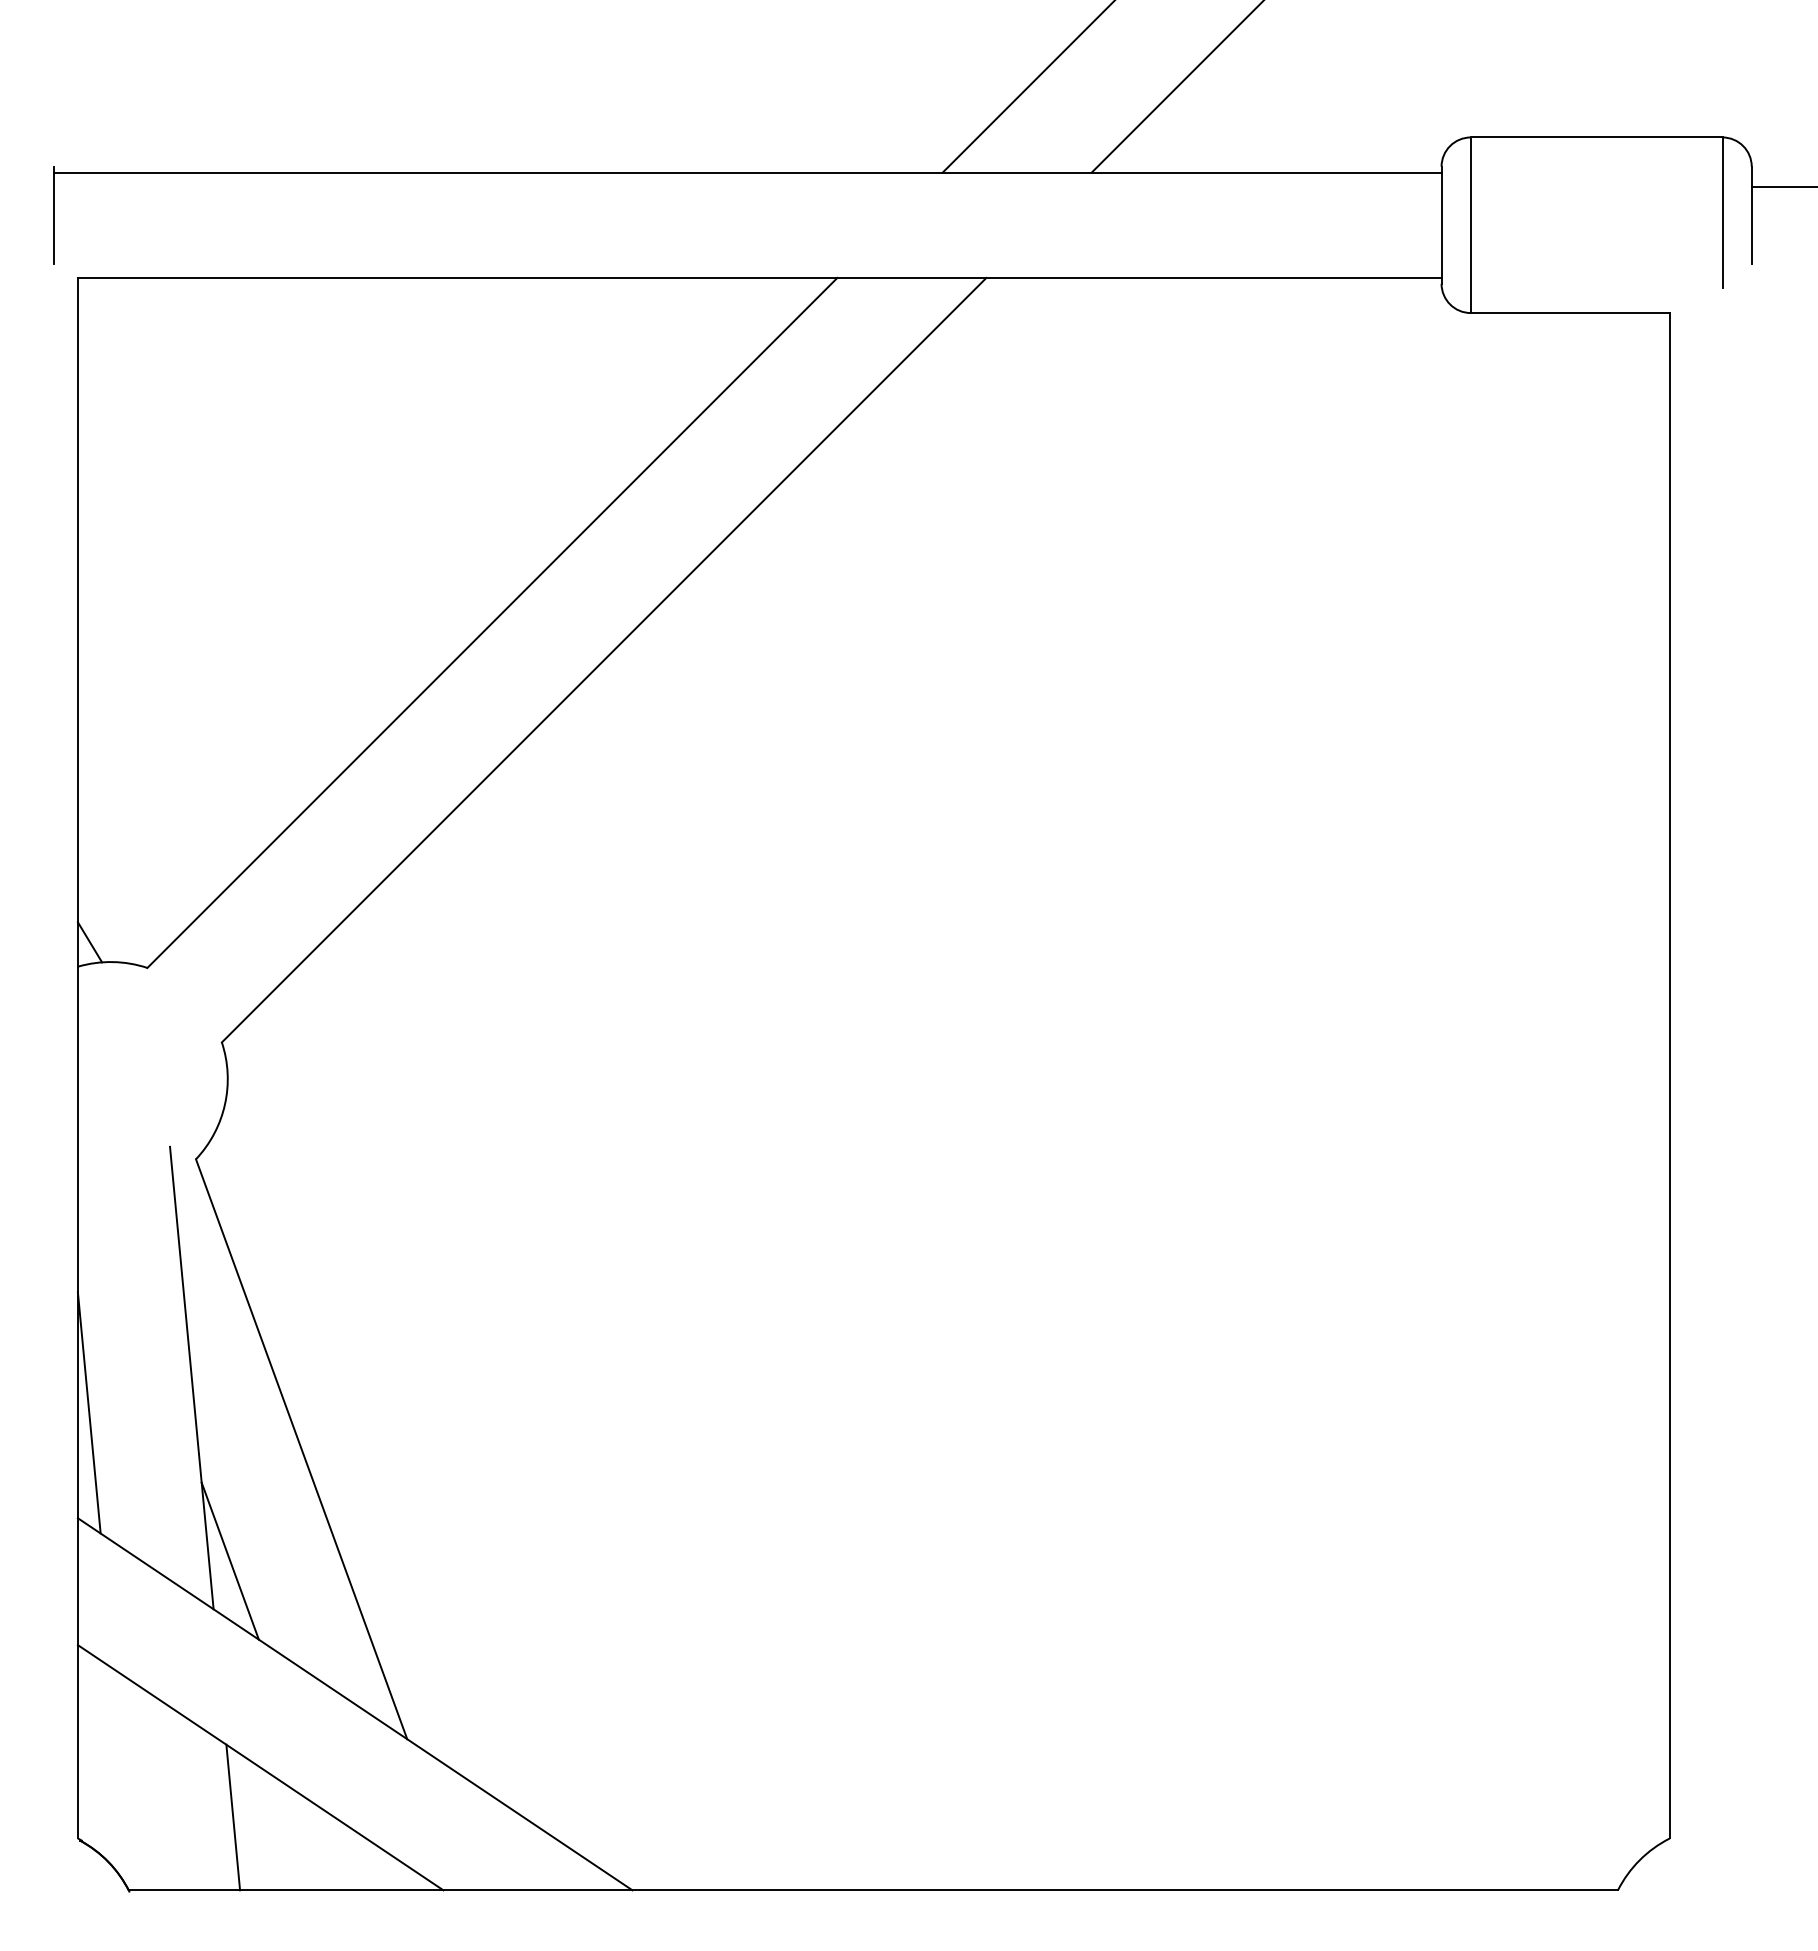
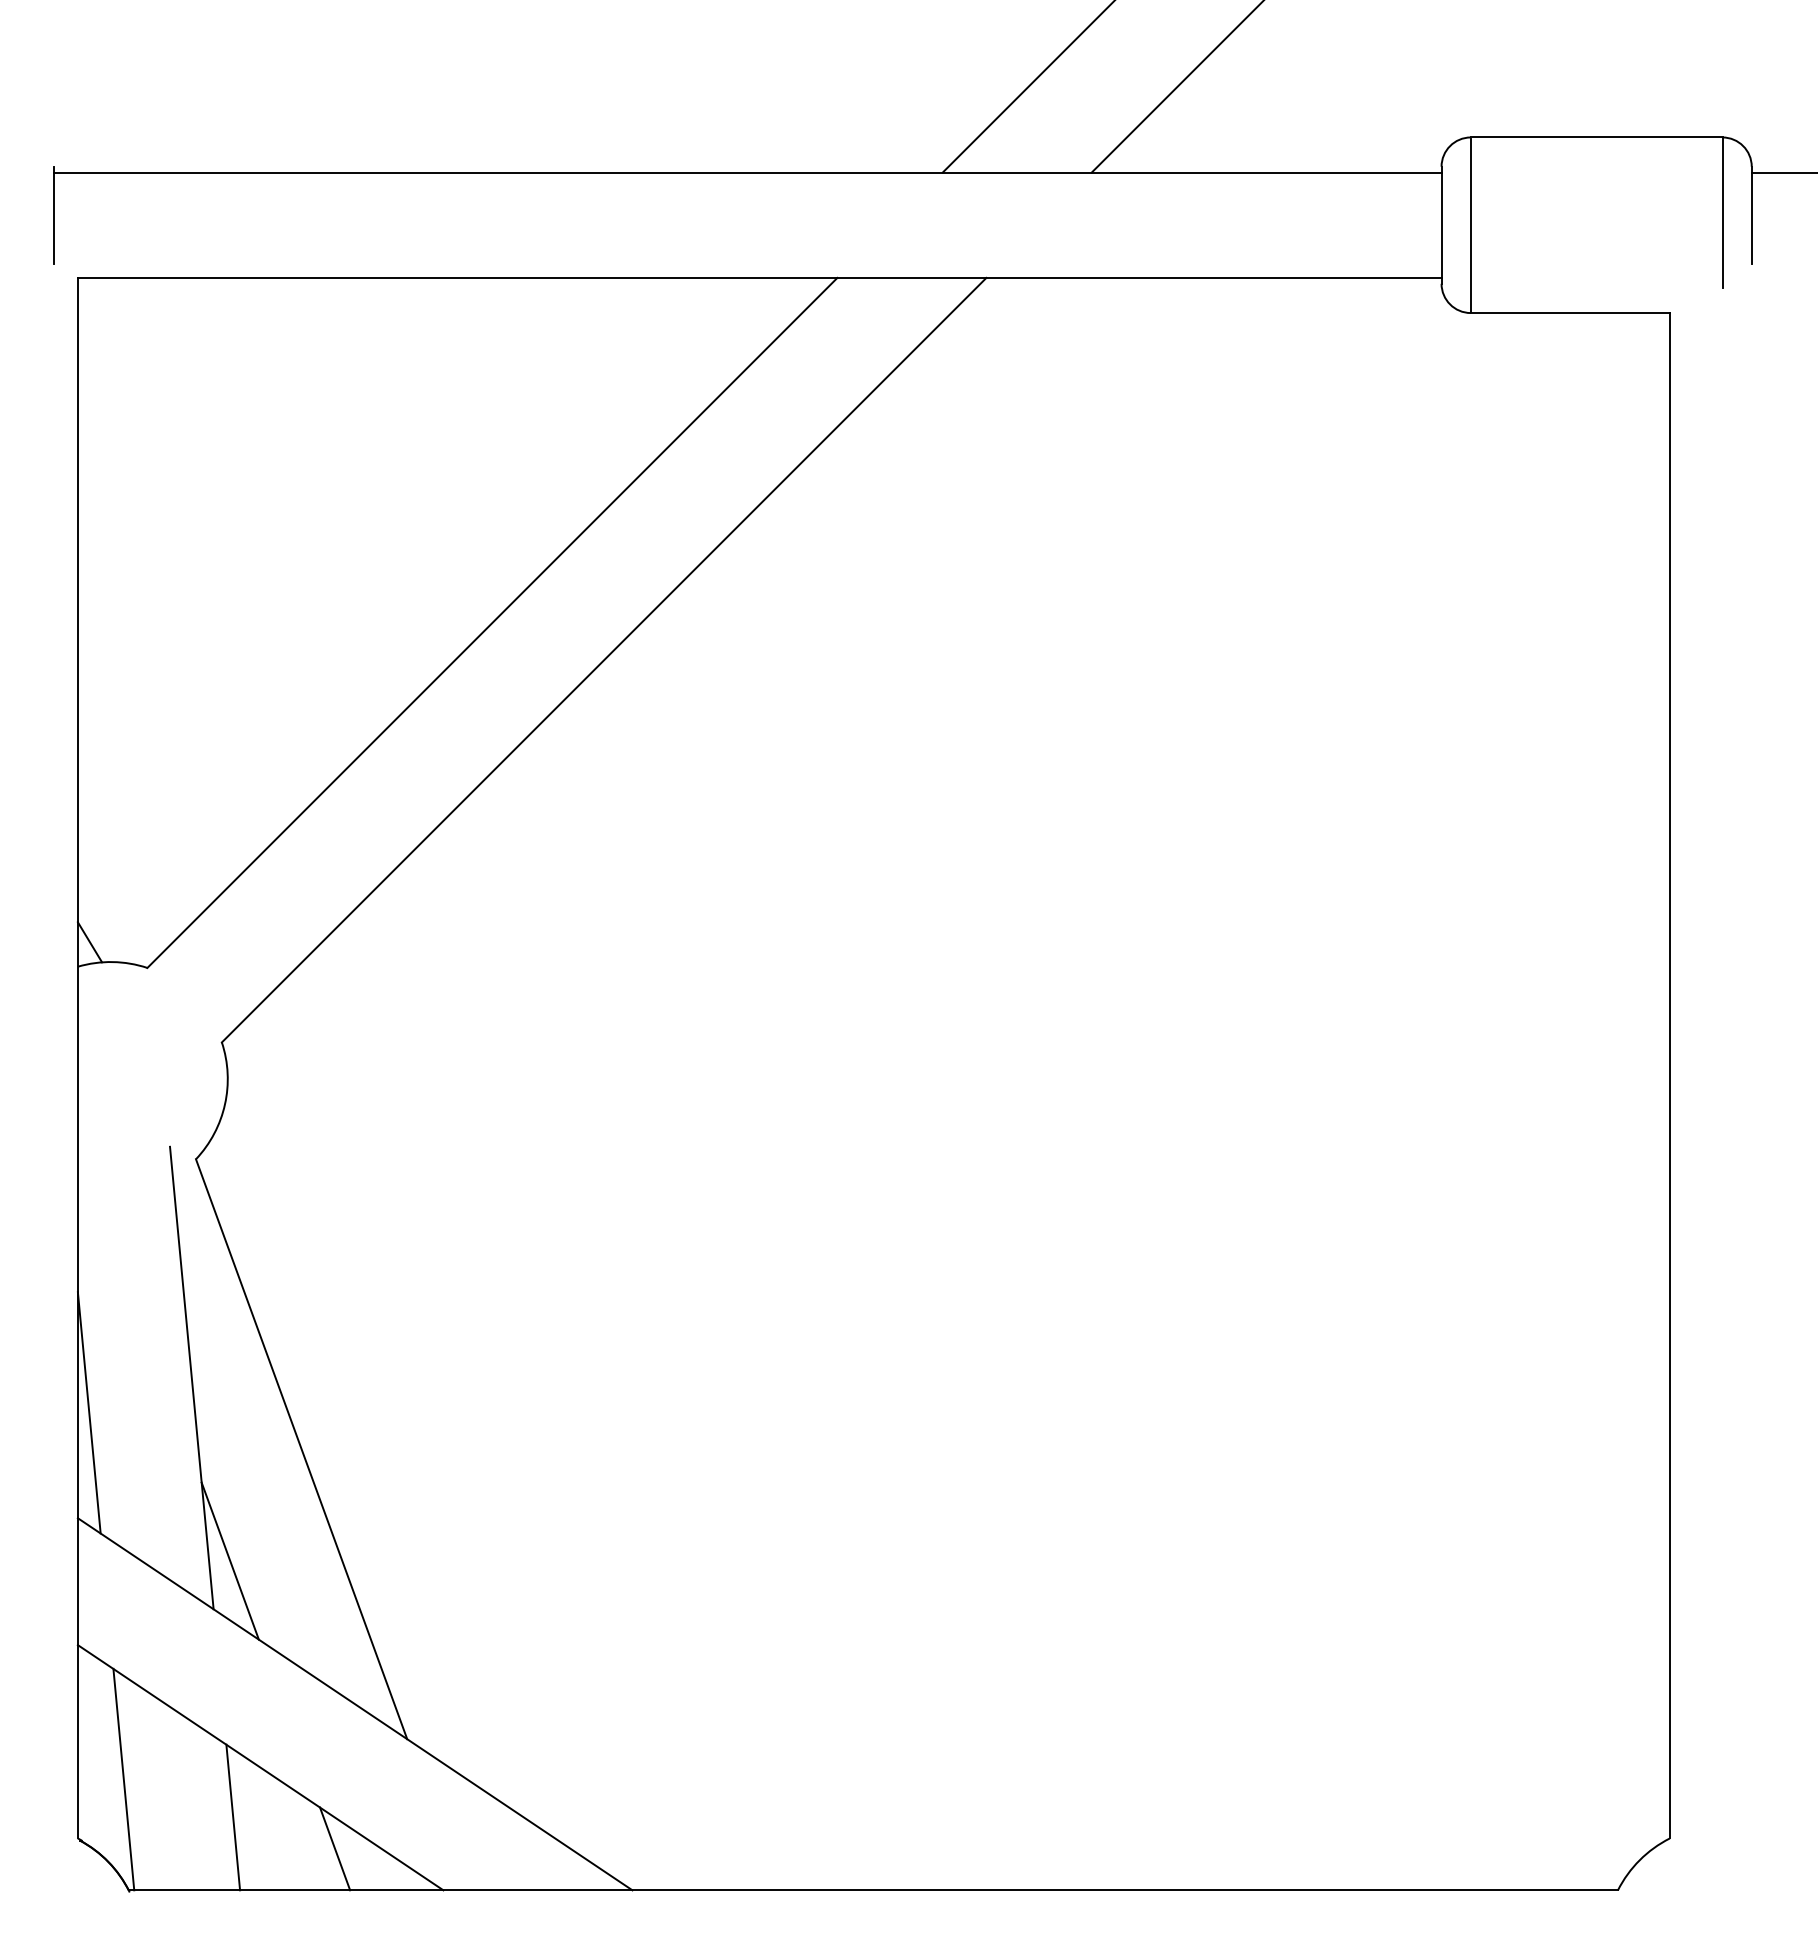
line at (1782, 186) position: (1782, 186) -> (1782, 172)
line at (123, 1779): none -> present
line at (335, 1848): none -> present
